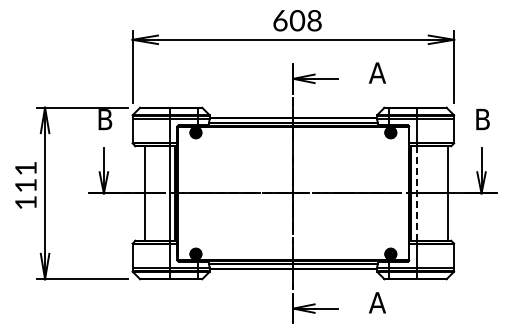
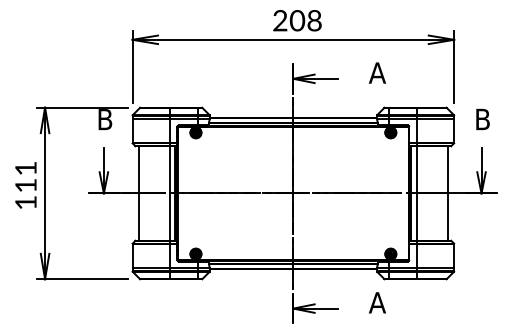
text at (280, 20): 608 -> 208
line at (144, 193) position: (144, 193) -> (138, 193)
line at (417, 193): dashed -> solid
